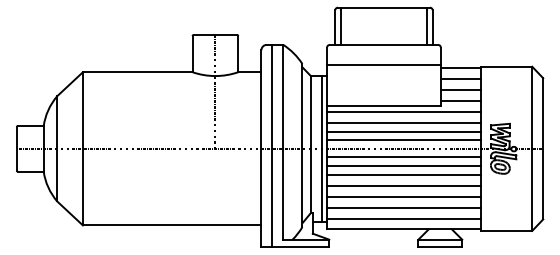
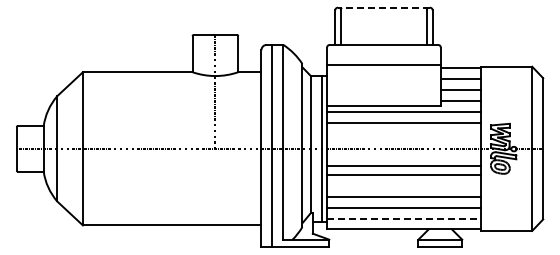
line at (383, 7): solid -> dashed
line at (404, 132): present -> none
line at (404, 140): present -> none
line at (404, 157): present -> none
line at (404, 185): present -> none
line at (404, 218): solid -> dashed
